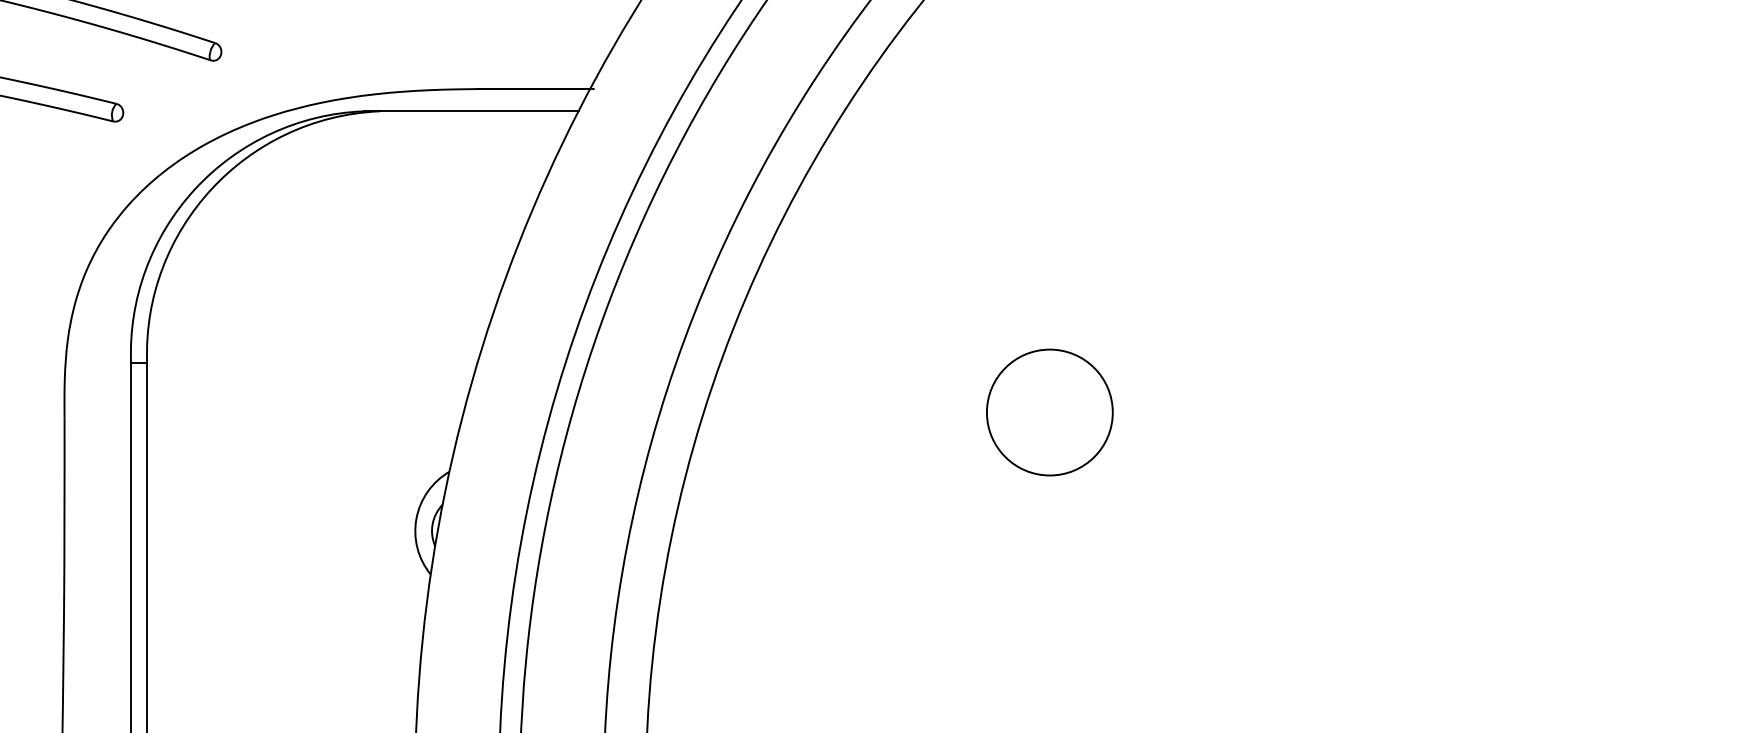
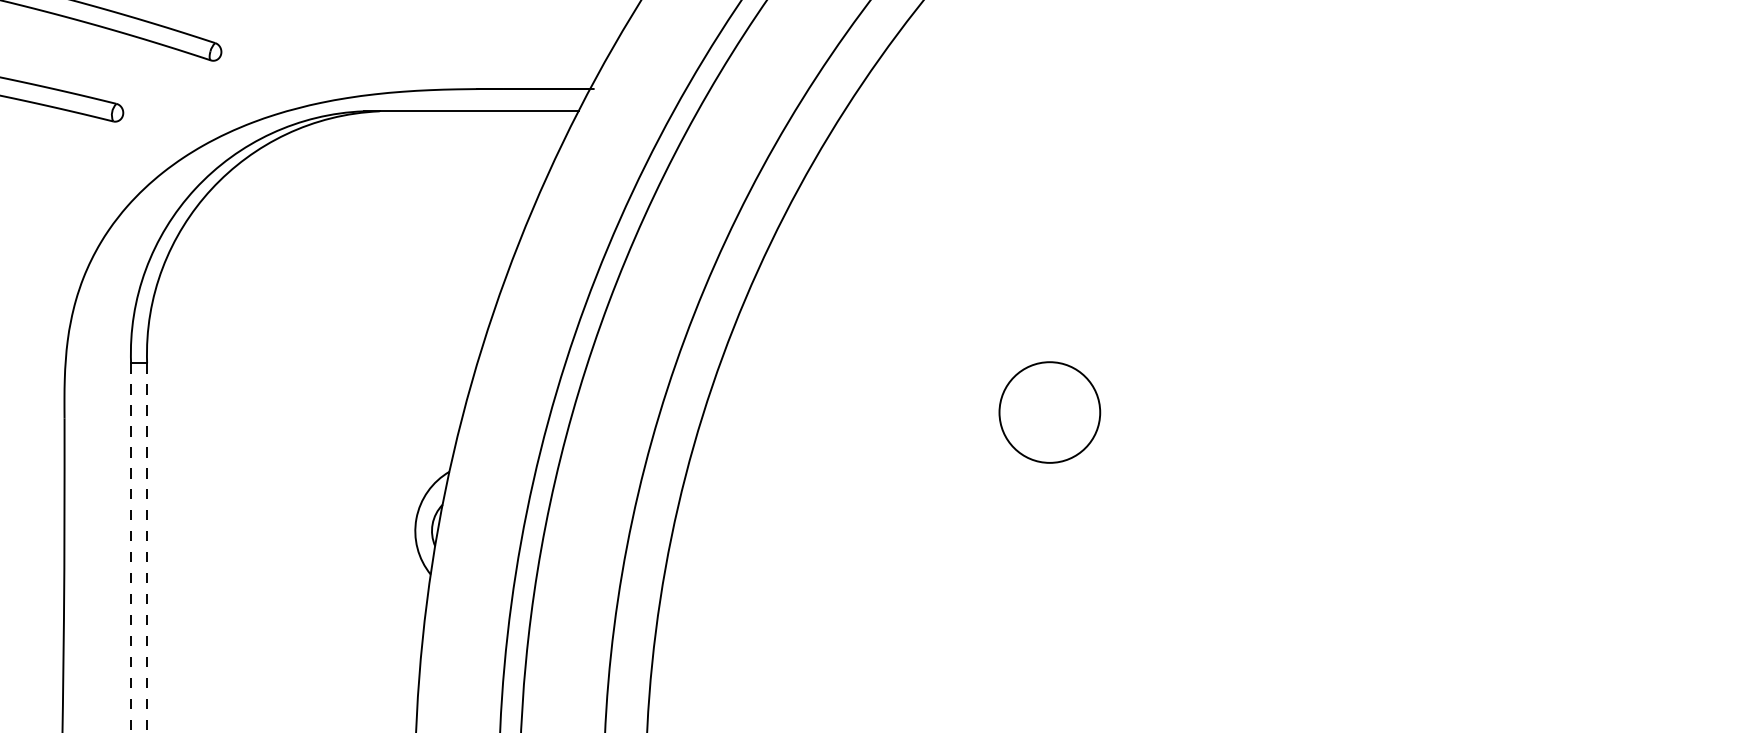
circle at (1049, 412) diameter: 126 px -> 101 px
line at (131, 547): solid -> dashed
line at (147, 547): solid -> dashed
